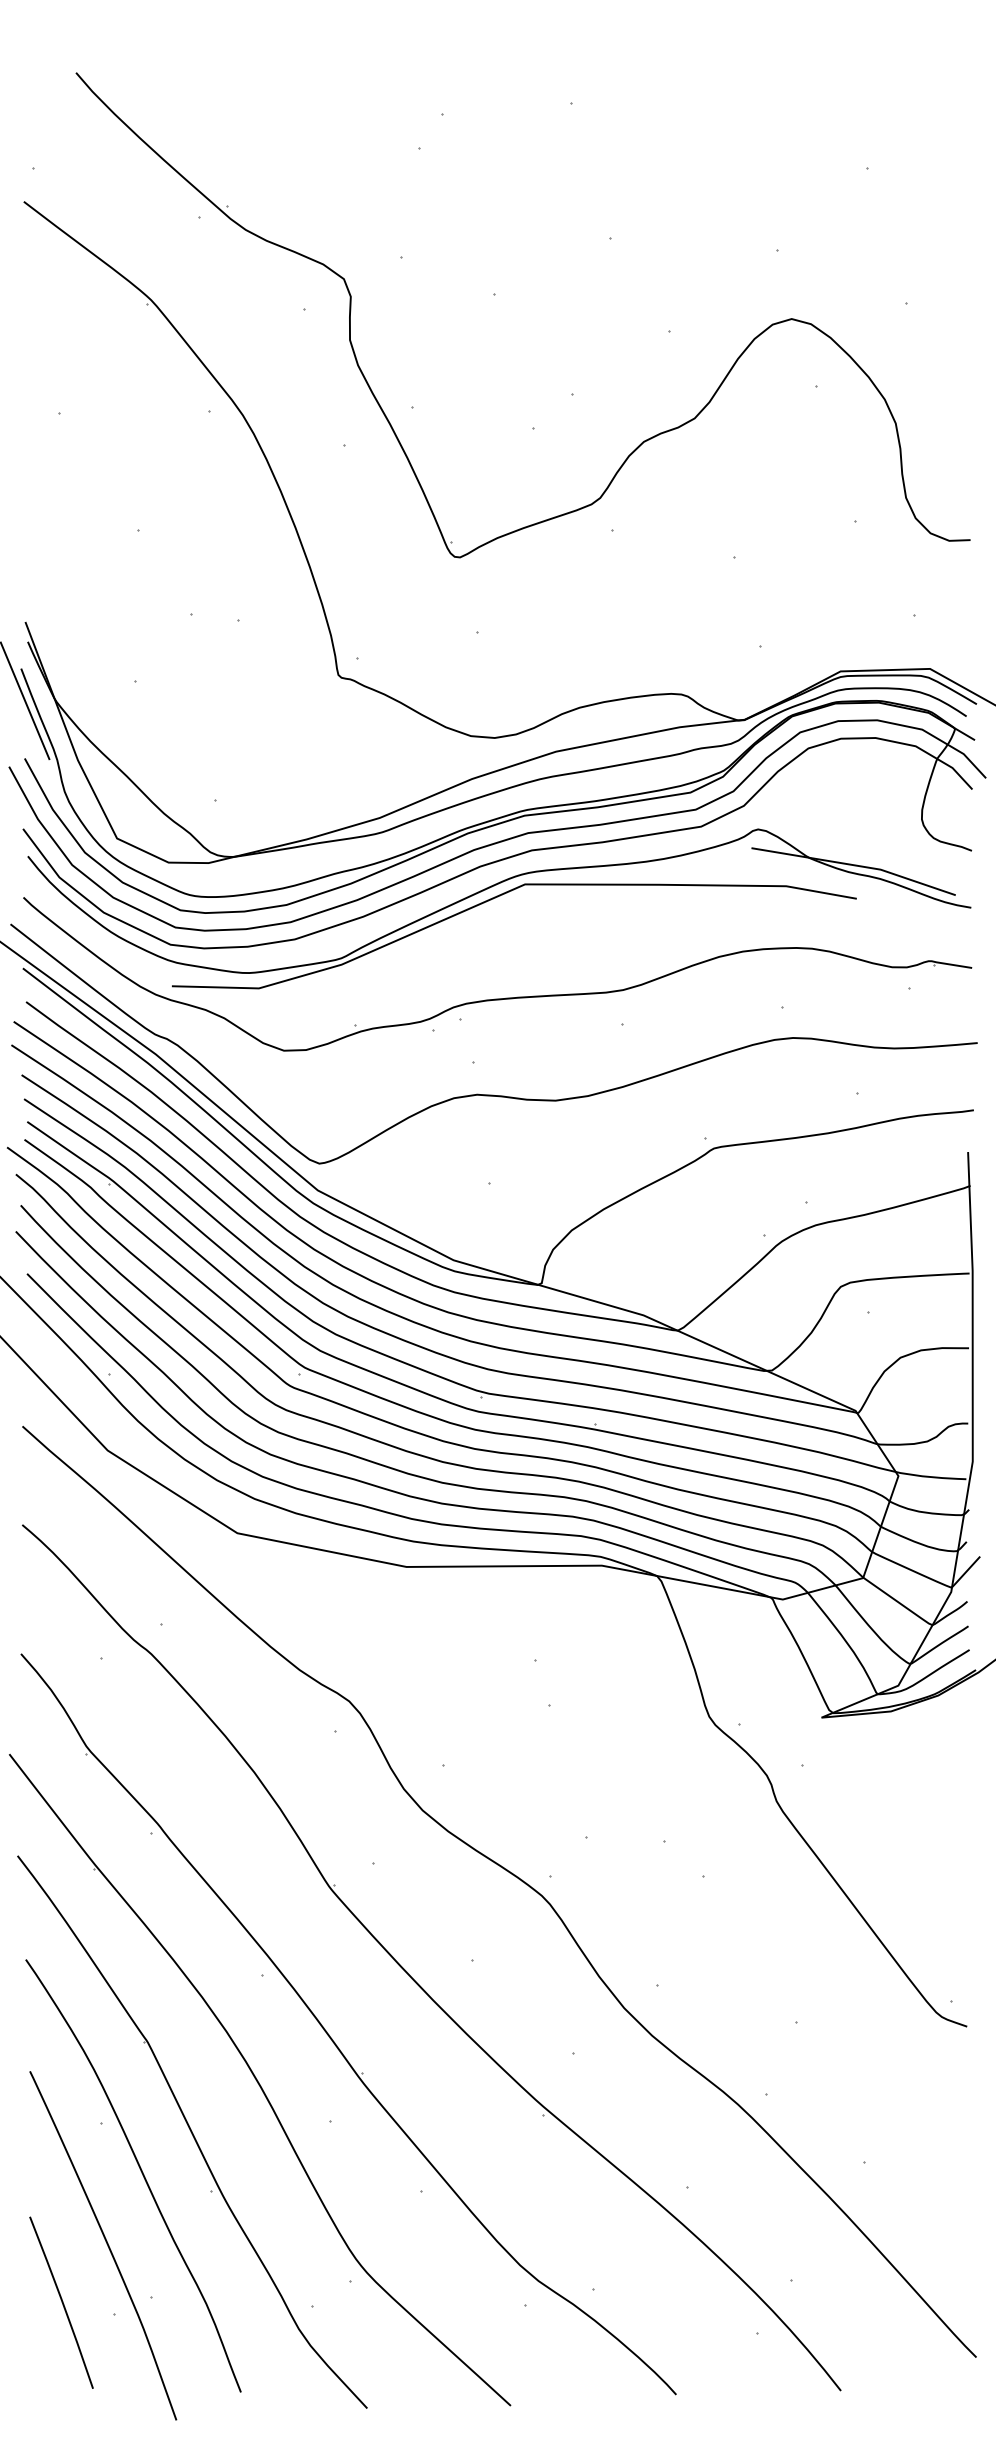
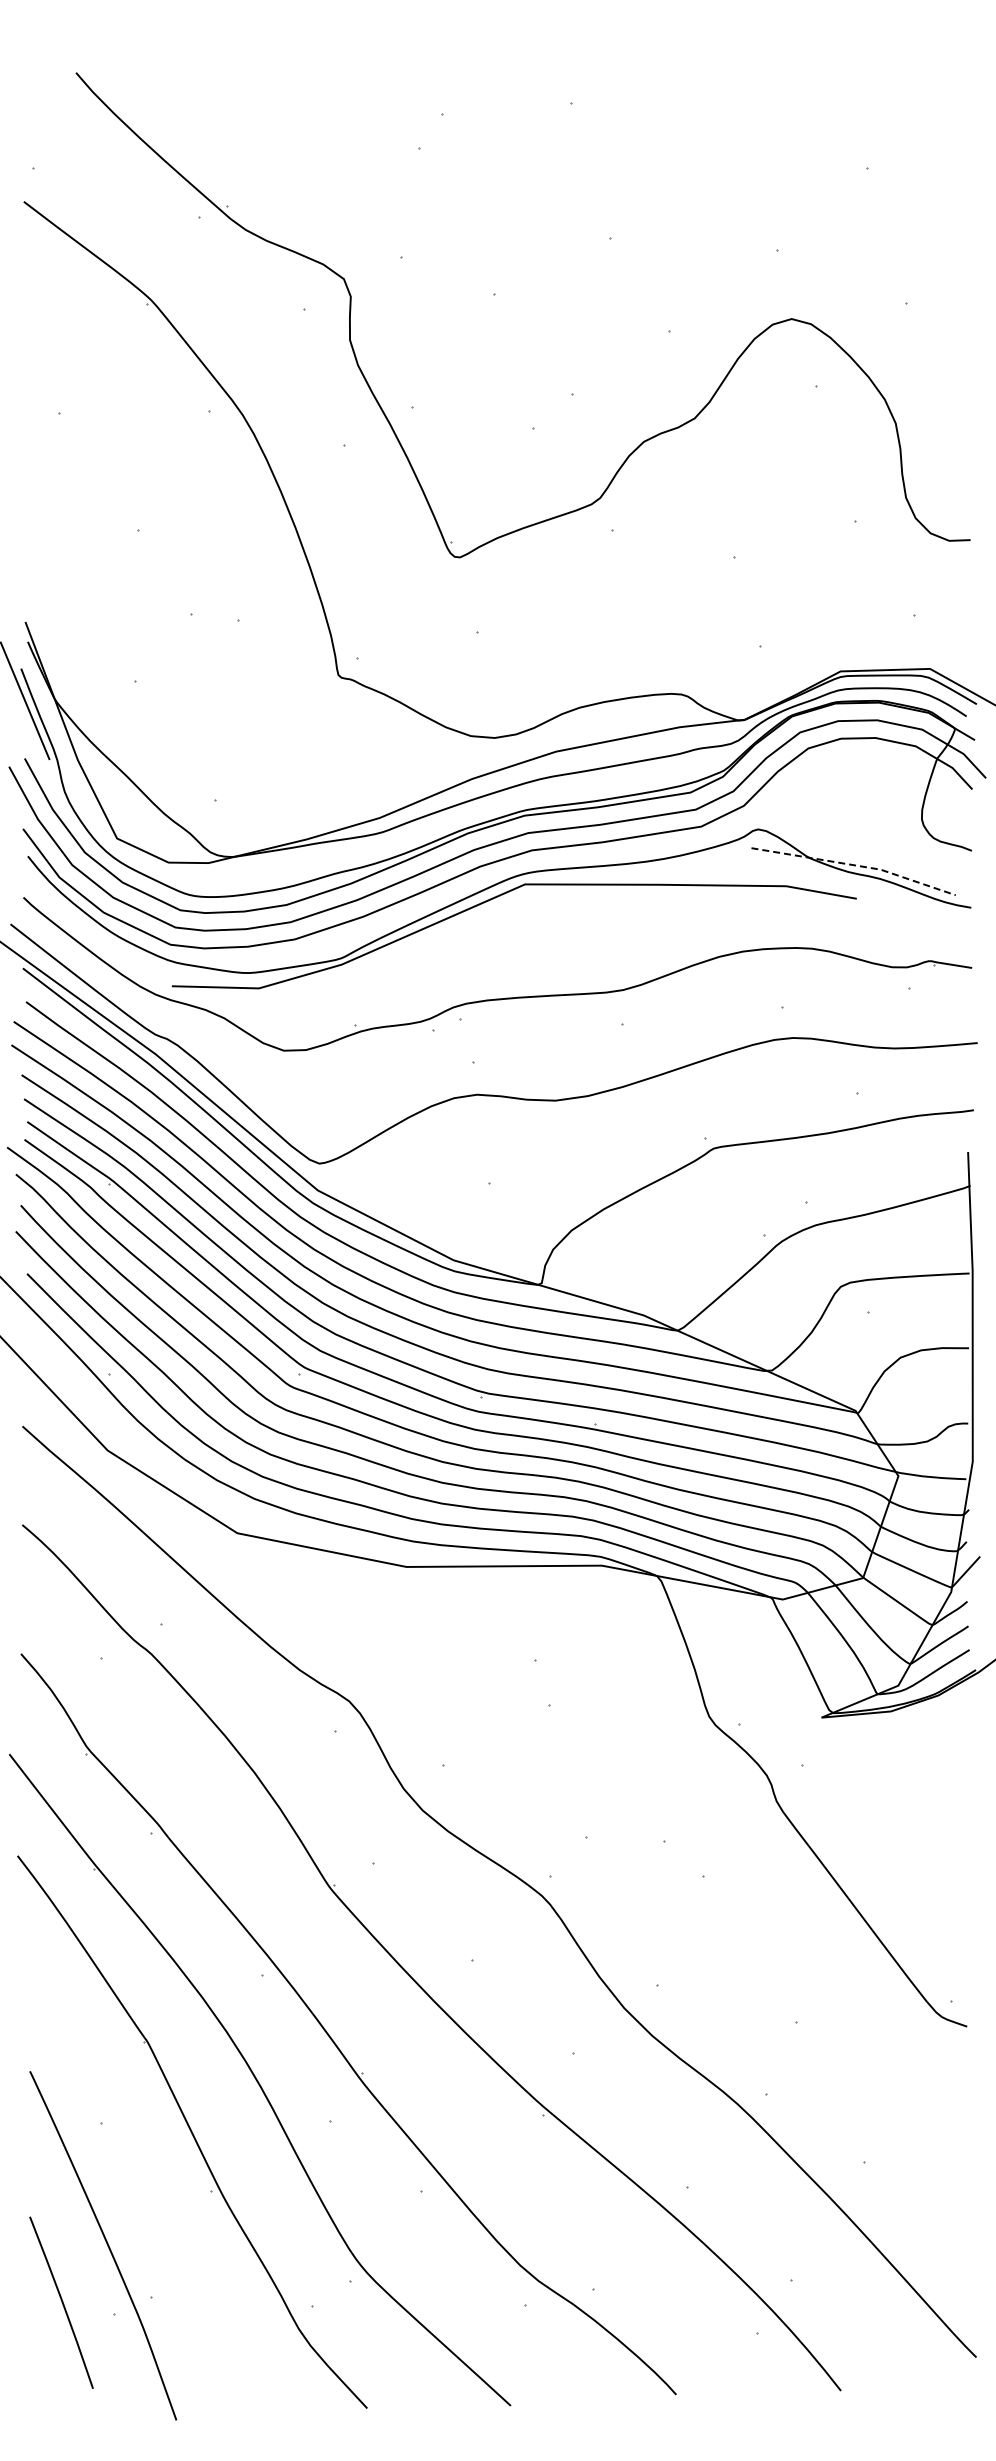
line at (856, 865): solid -> dashed
curve at (140, 2171): present -> none
